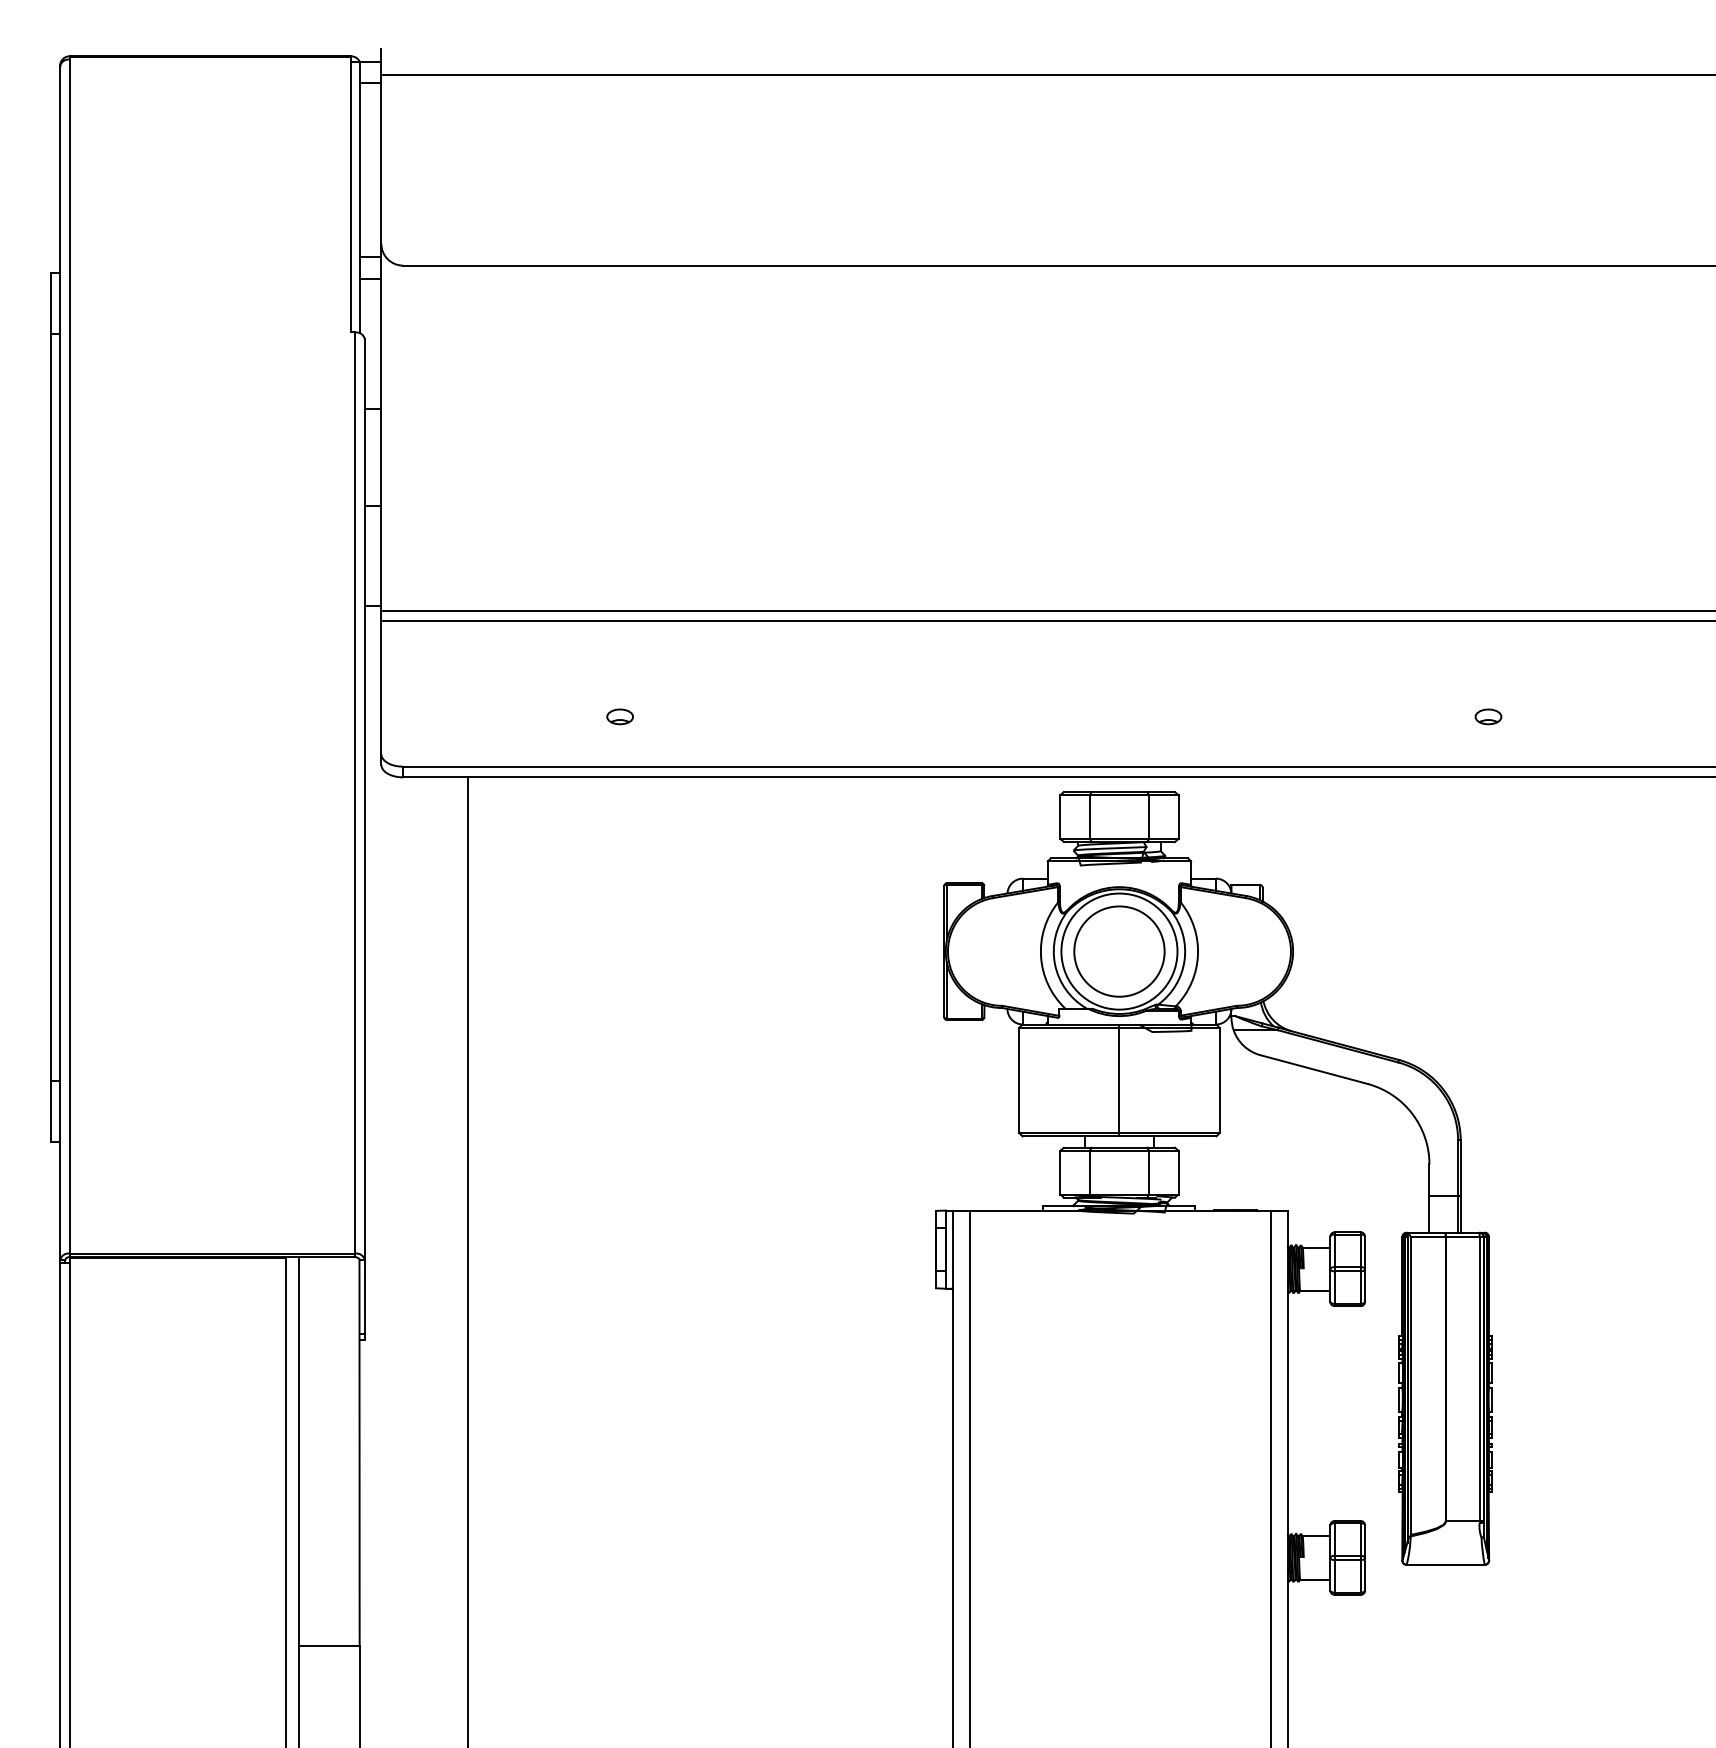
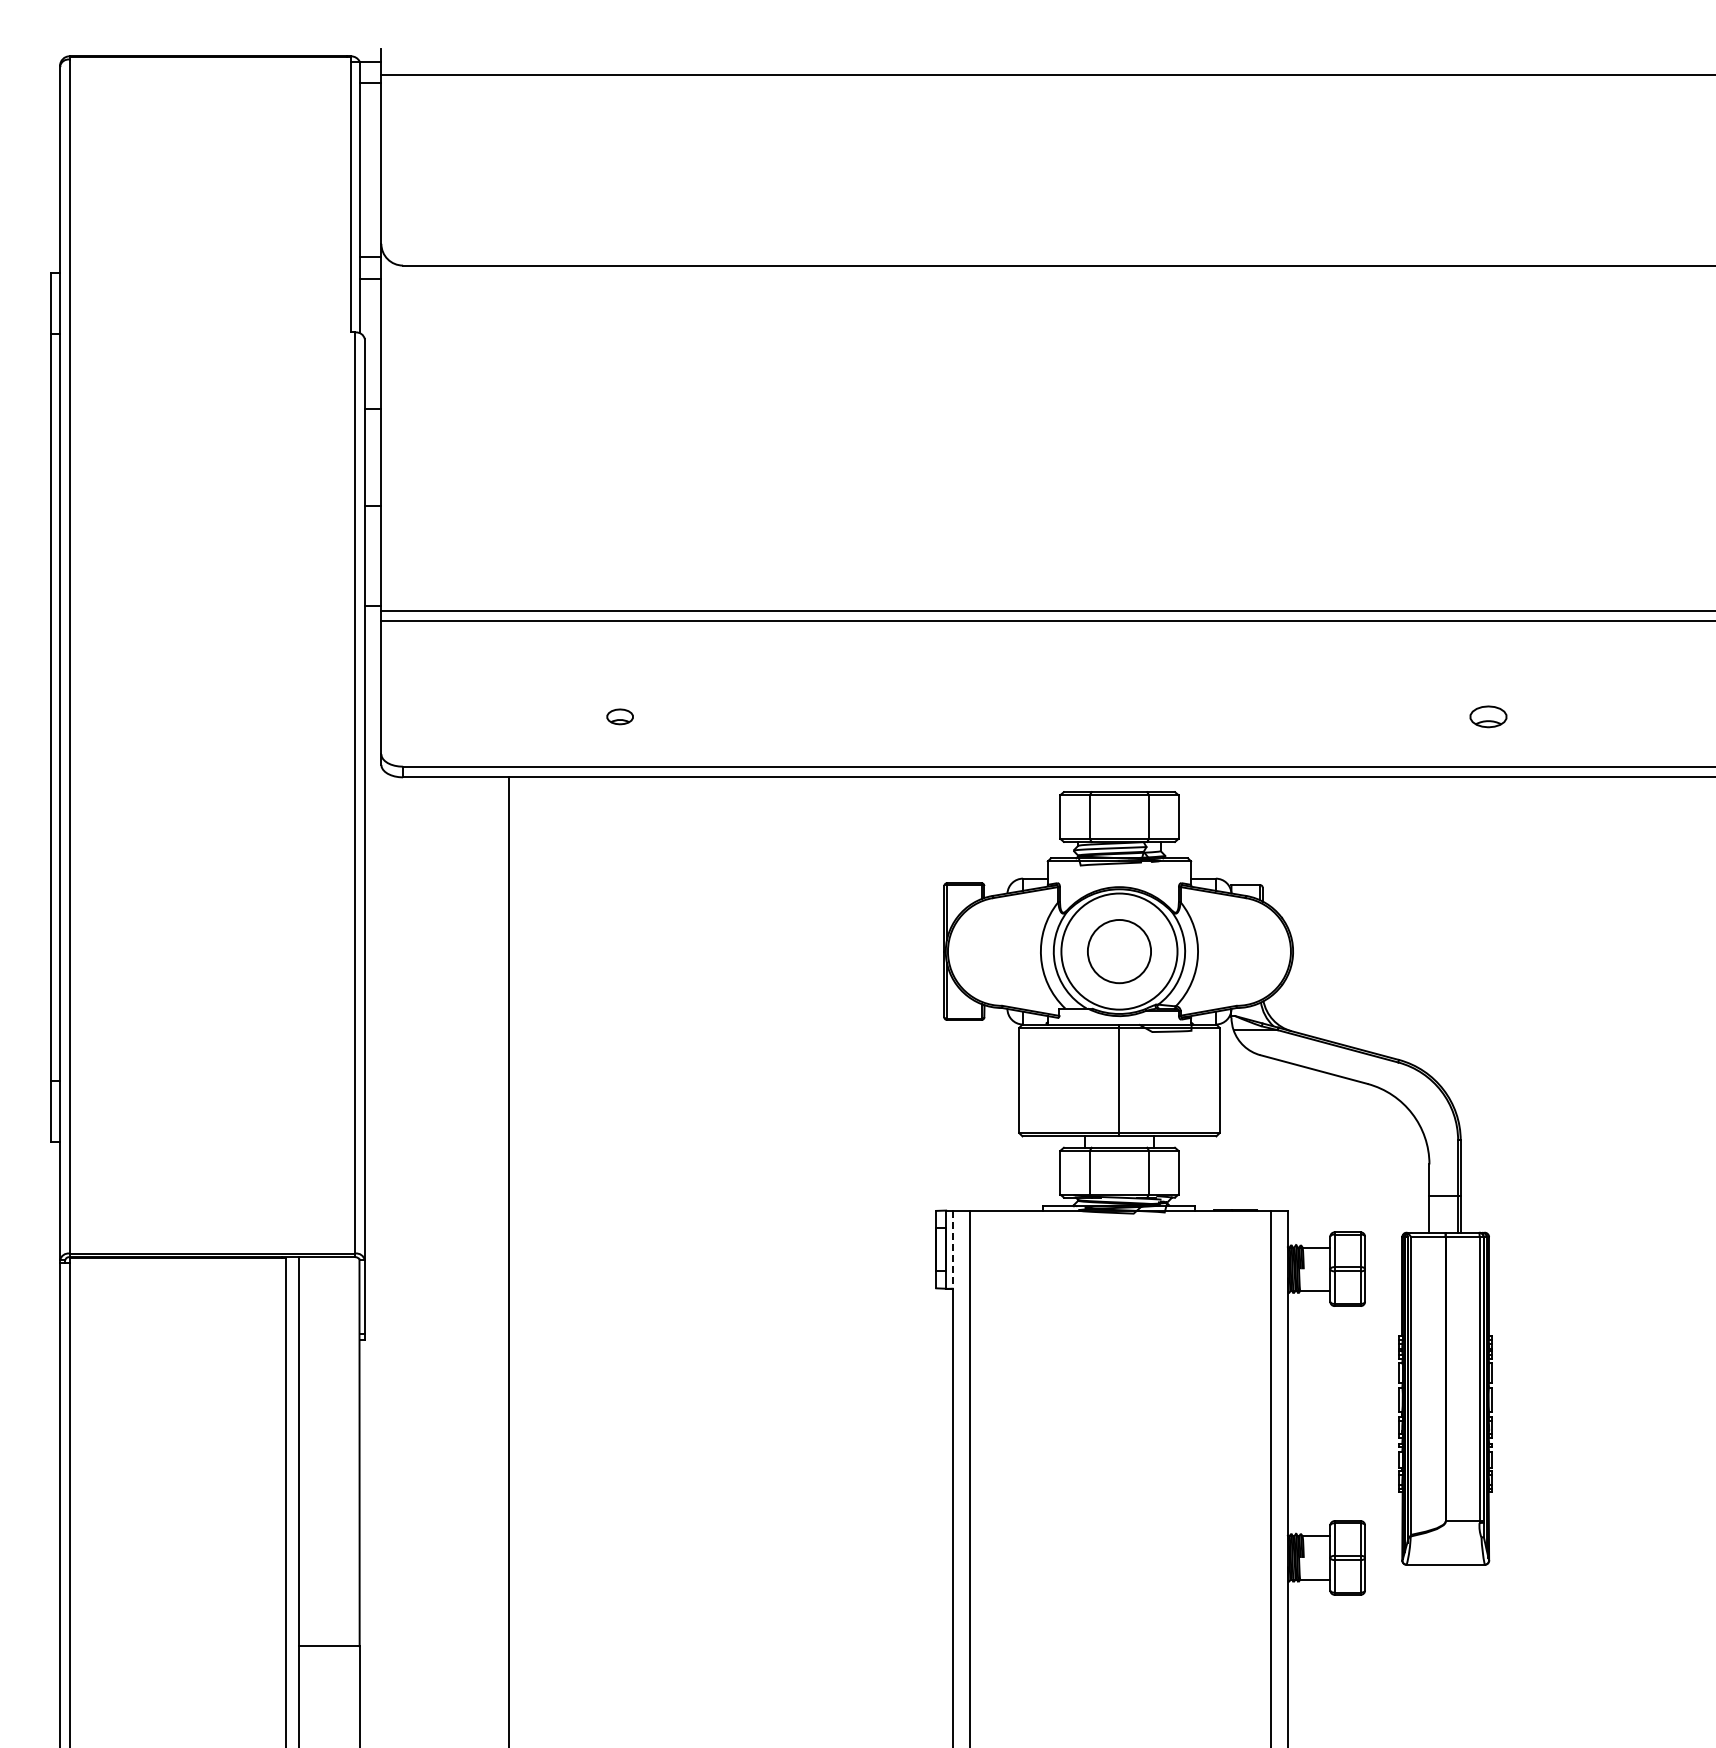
part at (1488, 716) size: 29x18 px -> 39x24 px
circle at (1119, 951) diameter: 90 px -> 63 px
line at (952, 1250): solid -> dashed
line at (468, 1260) position: (468, 1260) -> (509, 1260)
